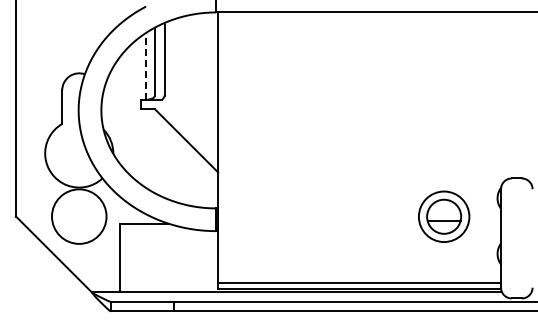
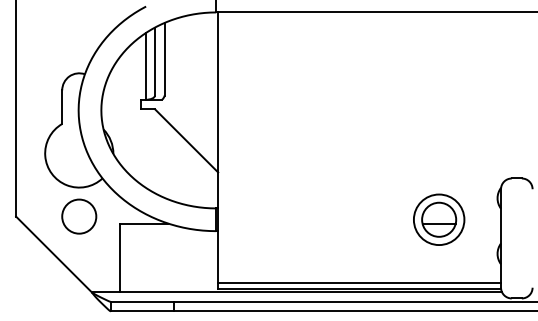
line at (145, 66): dashed -> solid
circle at (79, 216) diameter: 55 px -> 34 px
part at (444, 216) position: (444, 216) -> (439, 219)
